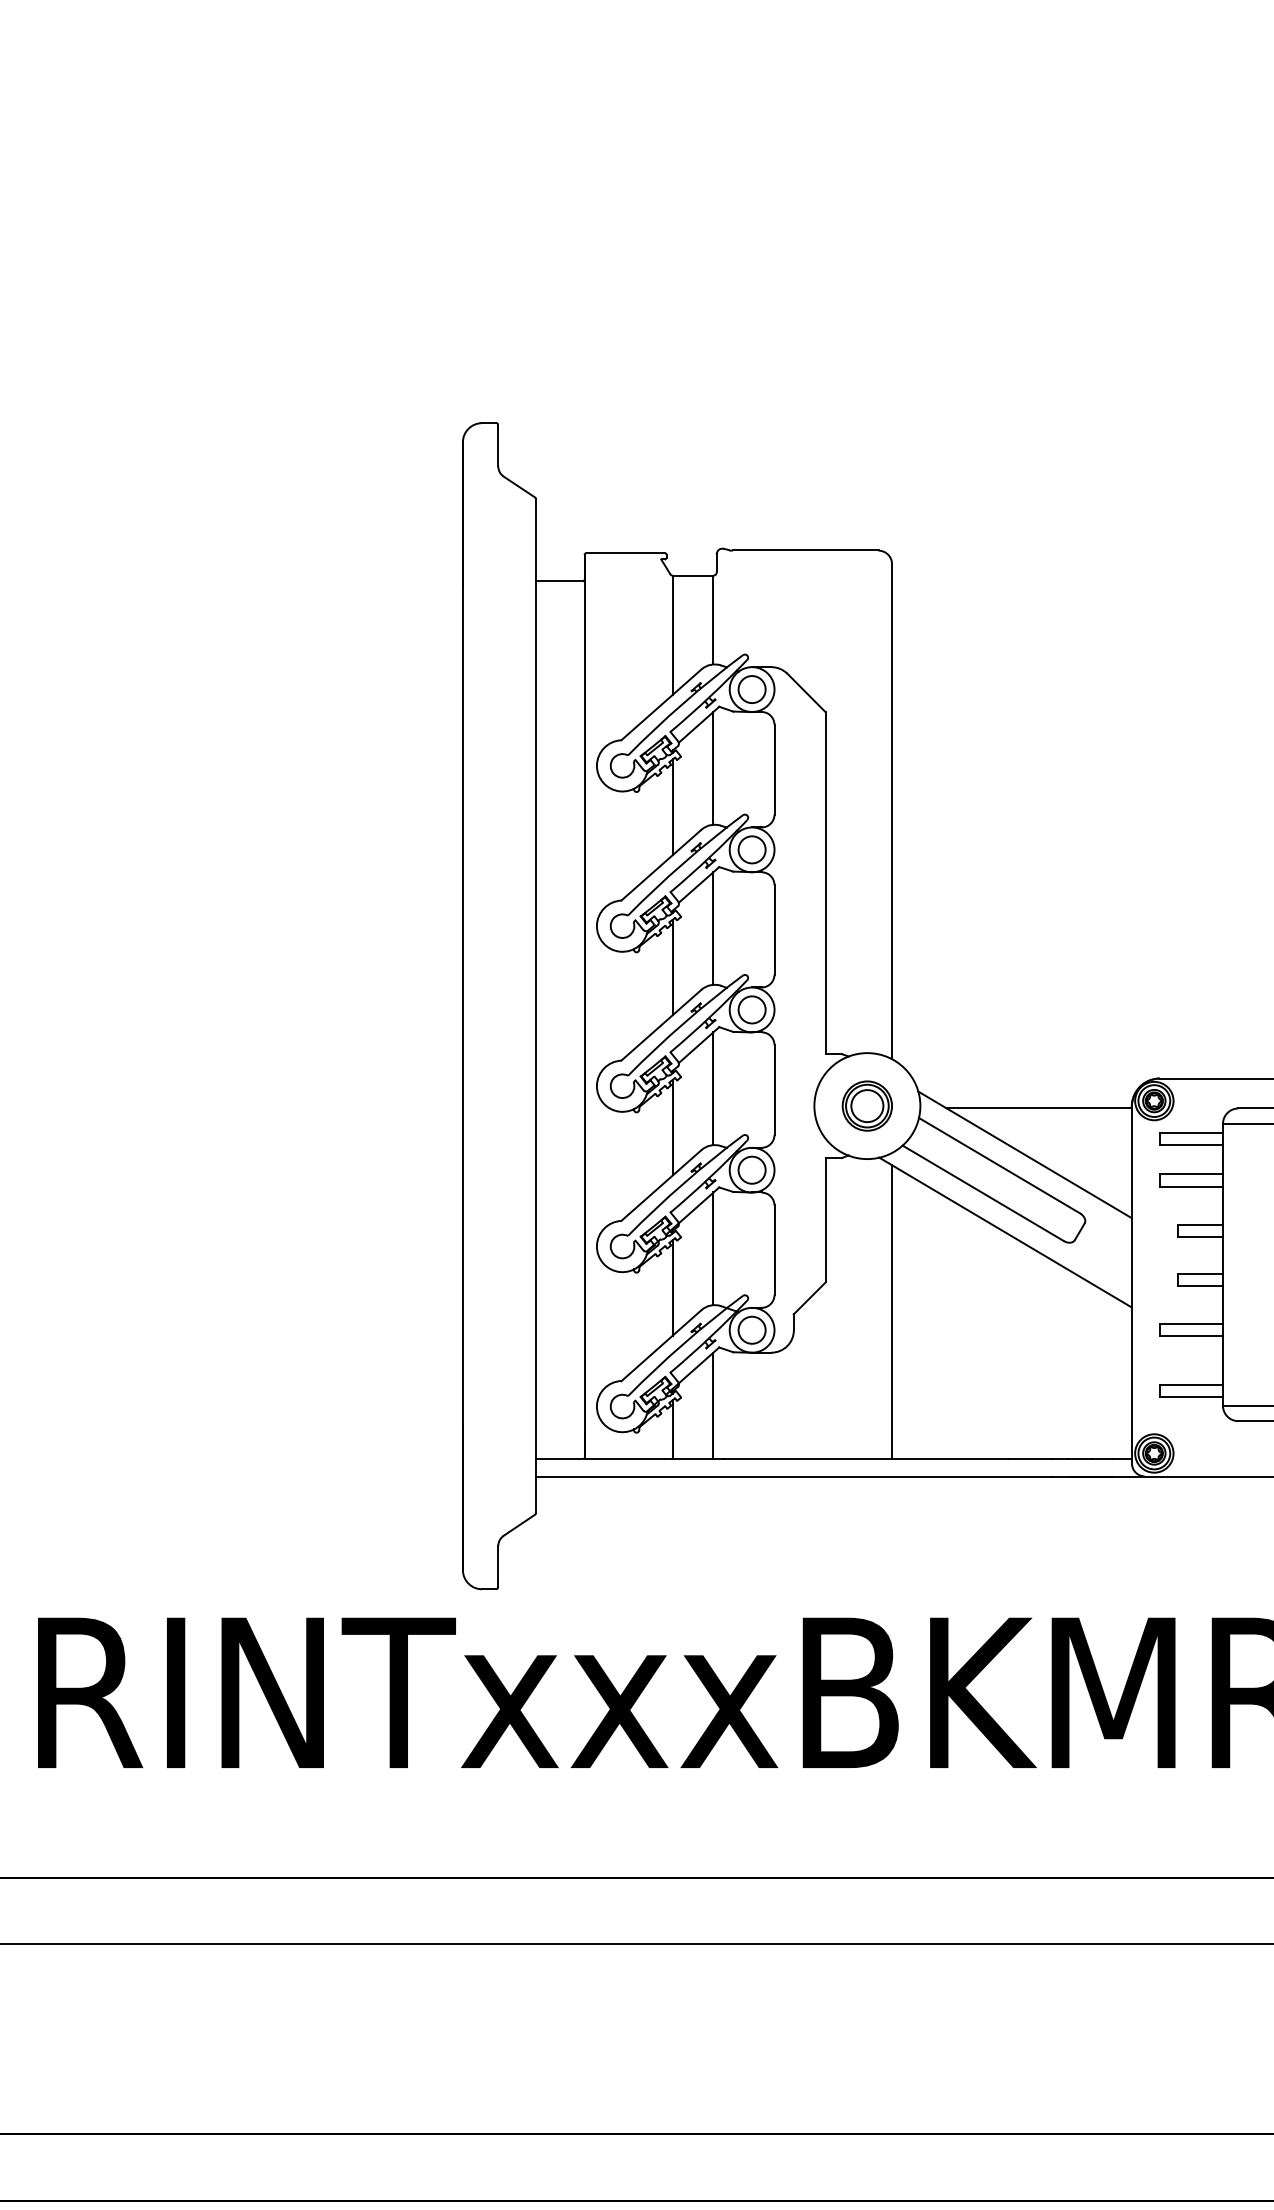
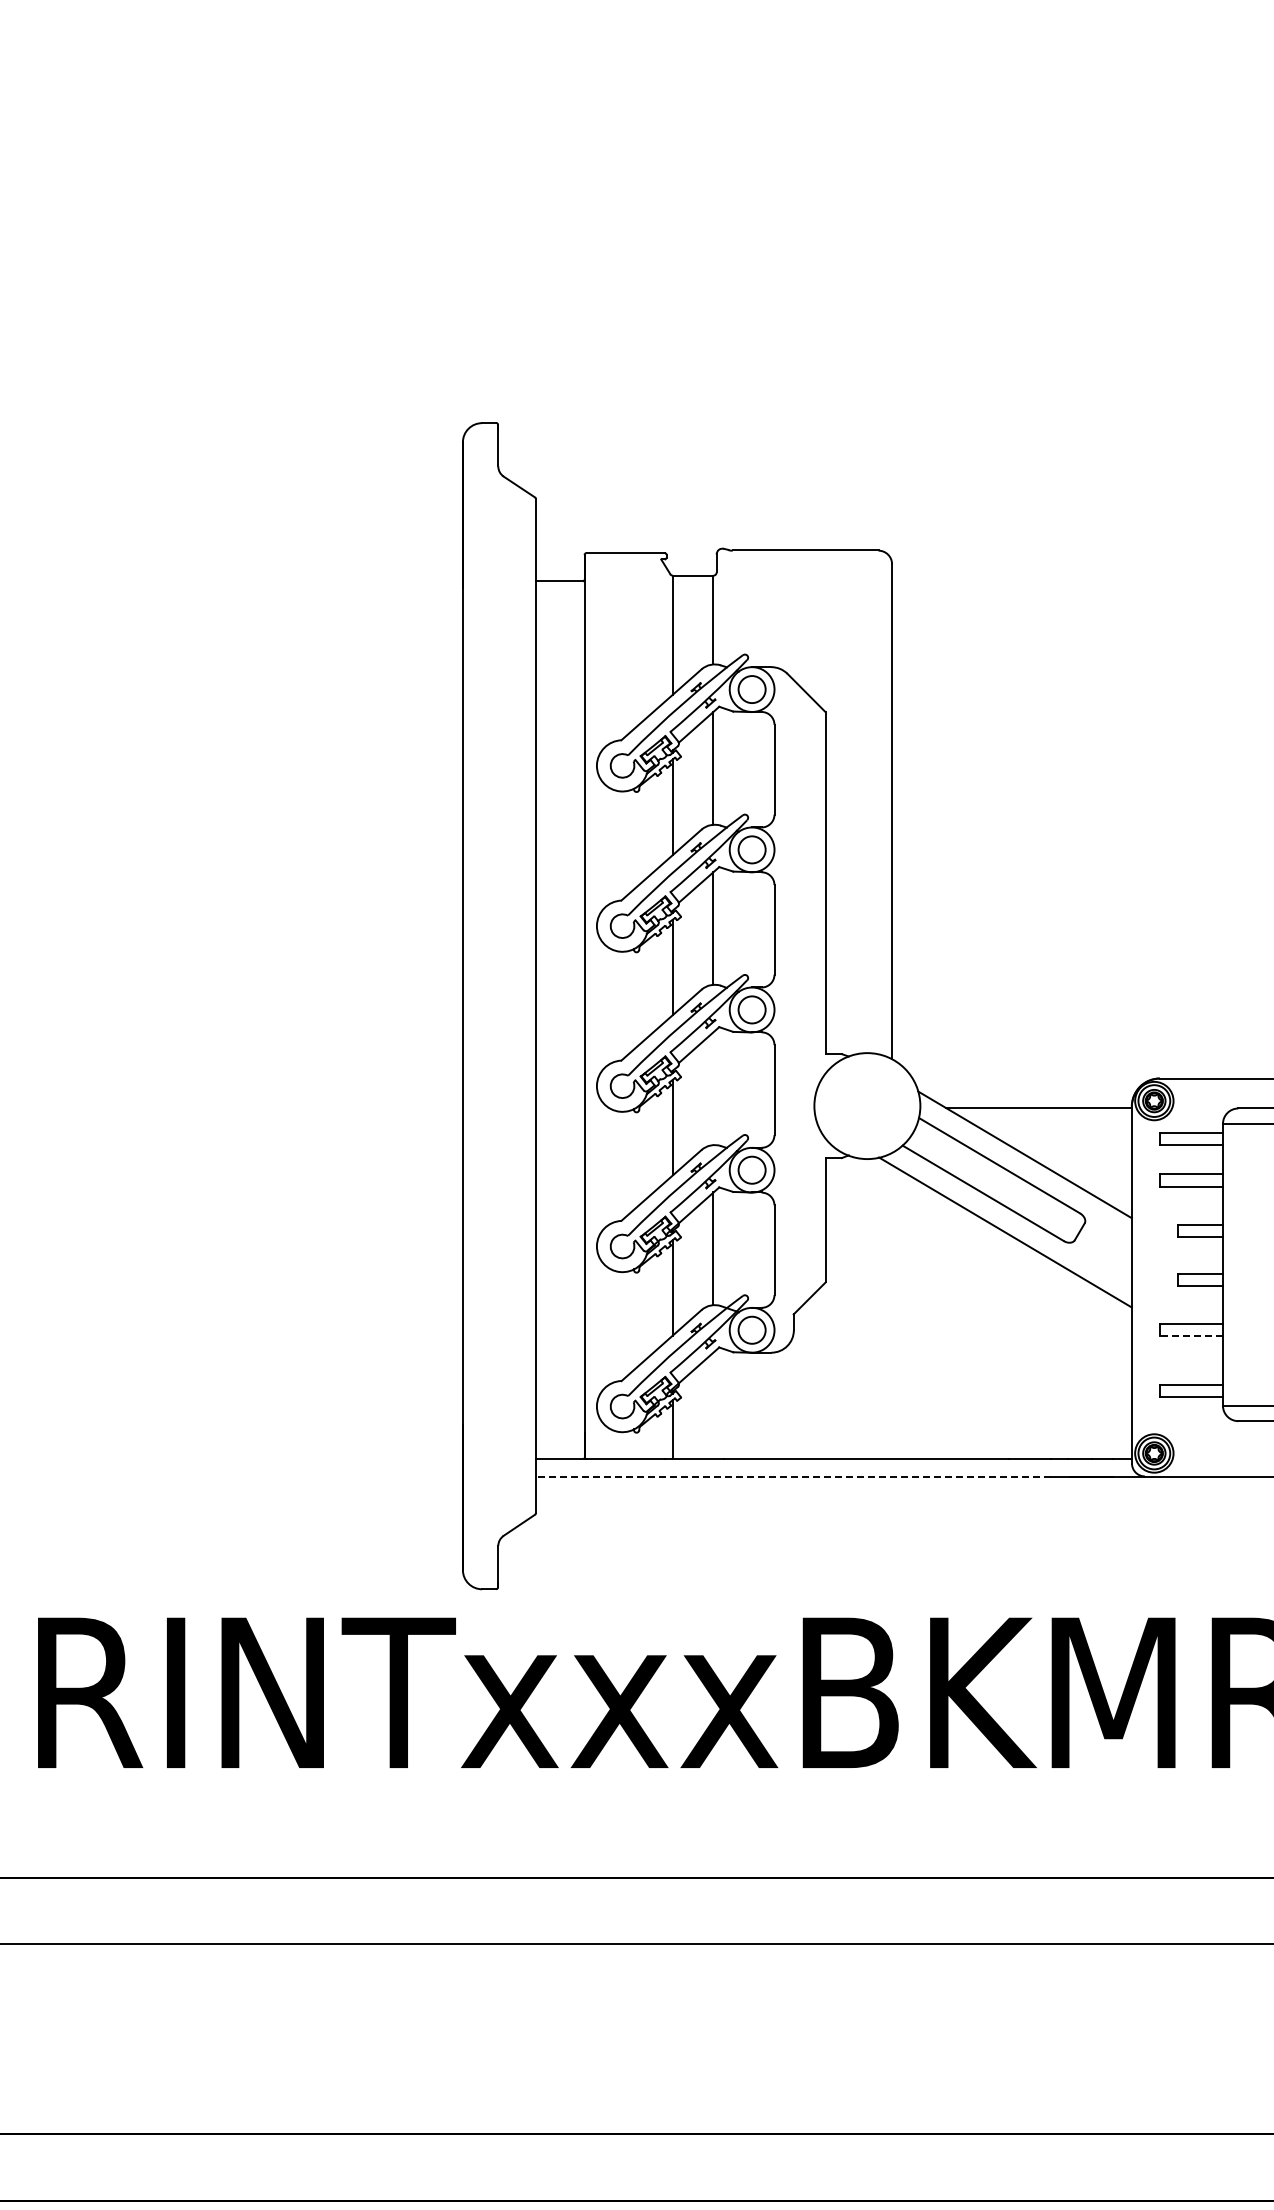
line at (713, 1088): present -> none
part at (866, 1105): present -> none
line at (892, 1312): present -> none
line at (1191, 1336): solid -> dashed
line at (713, 1405): present -> none
line at (793, 1476): solid -> dashed
